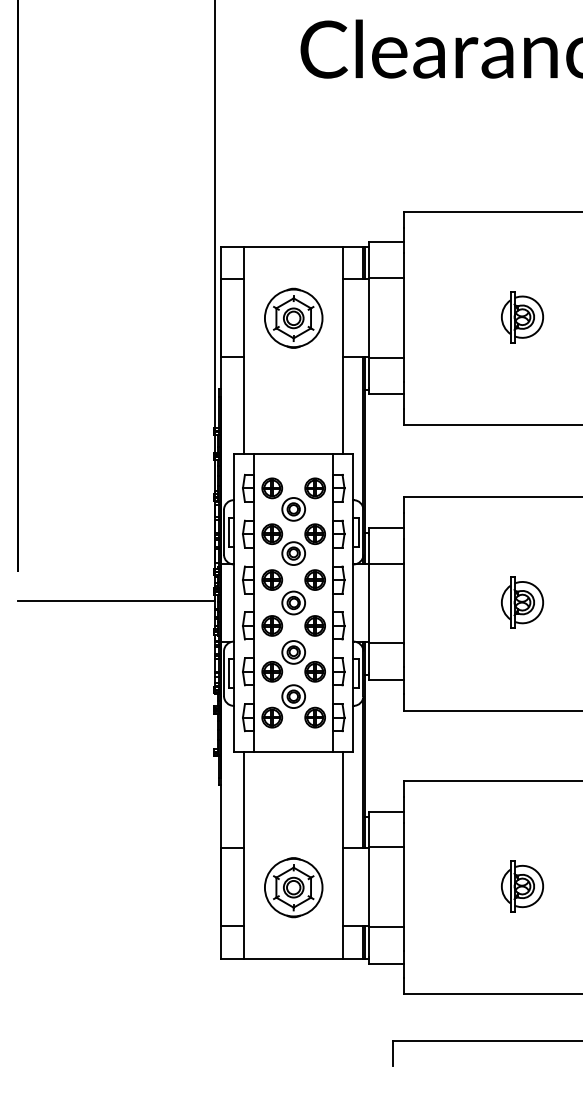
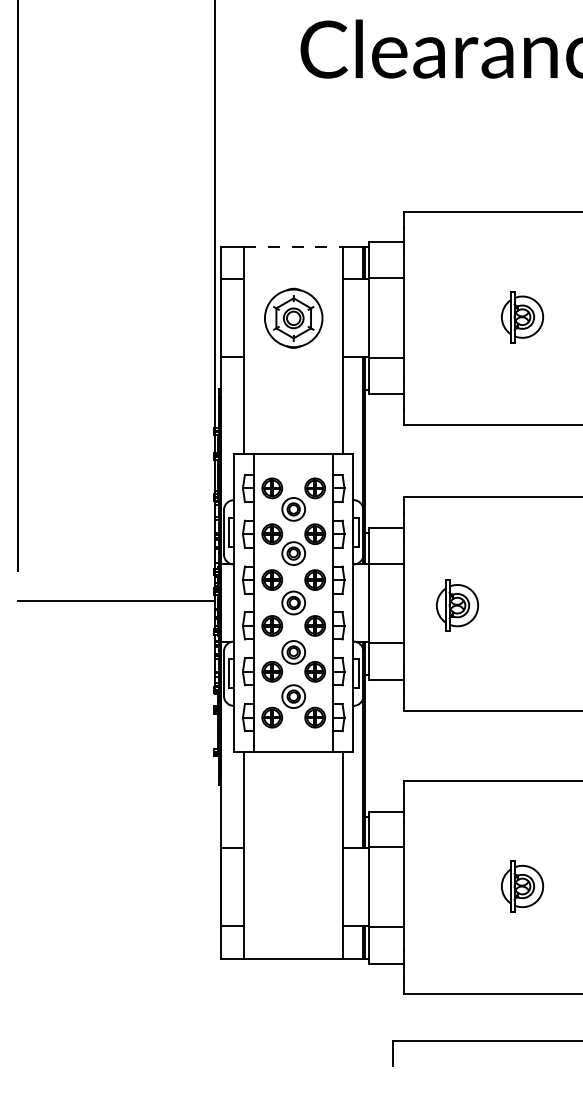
line at (294, 247): solid -> dashed
part at (522, 602) position: (522, 602) -> (457, 605)
part at (293, 887): present -> none
